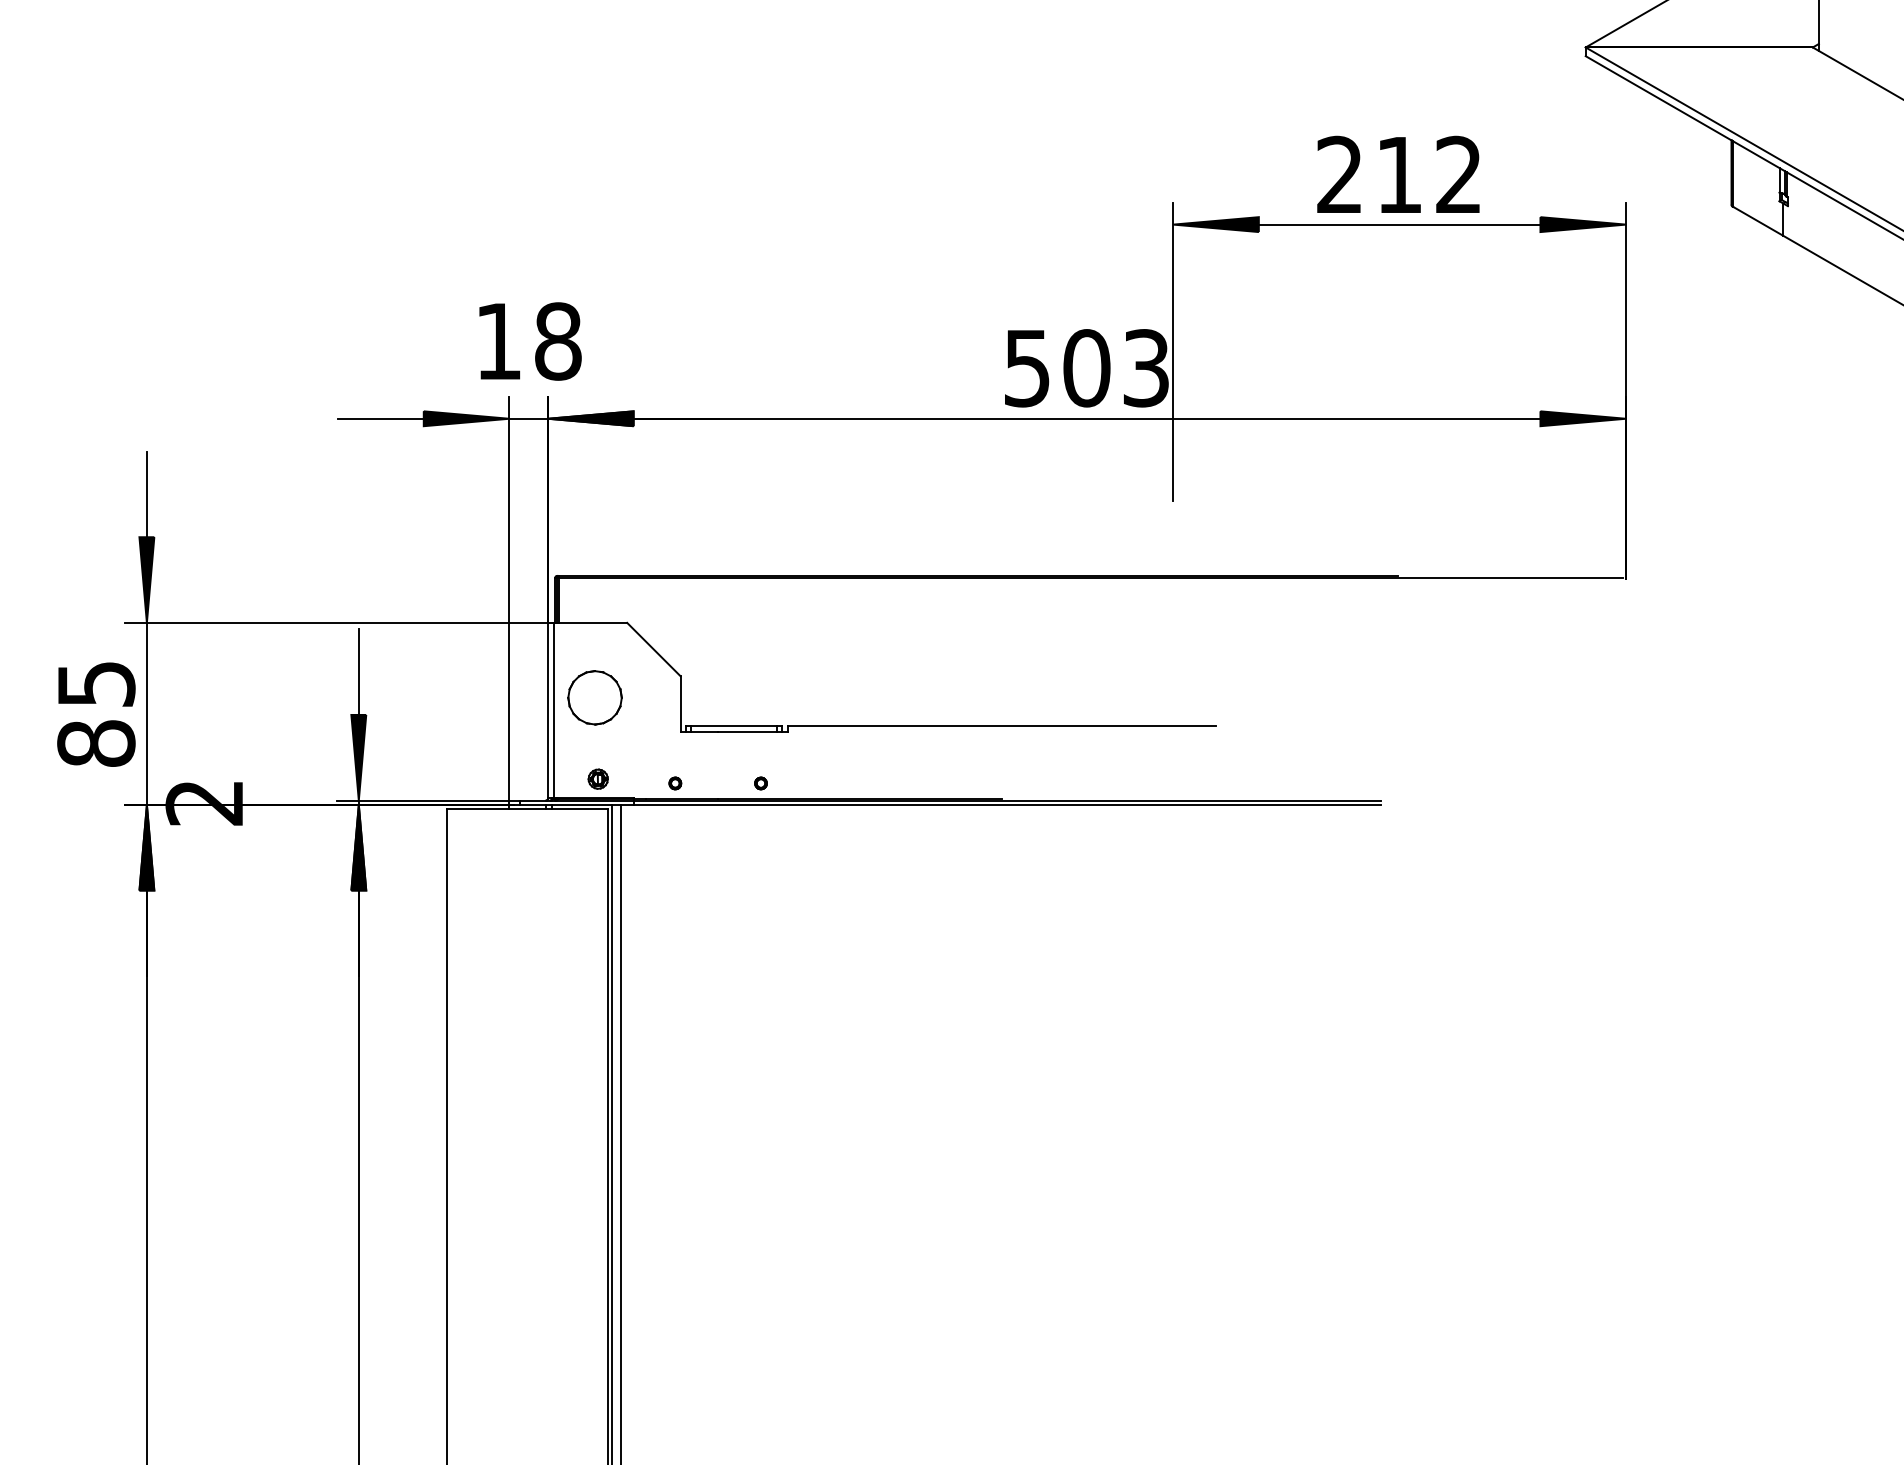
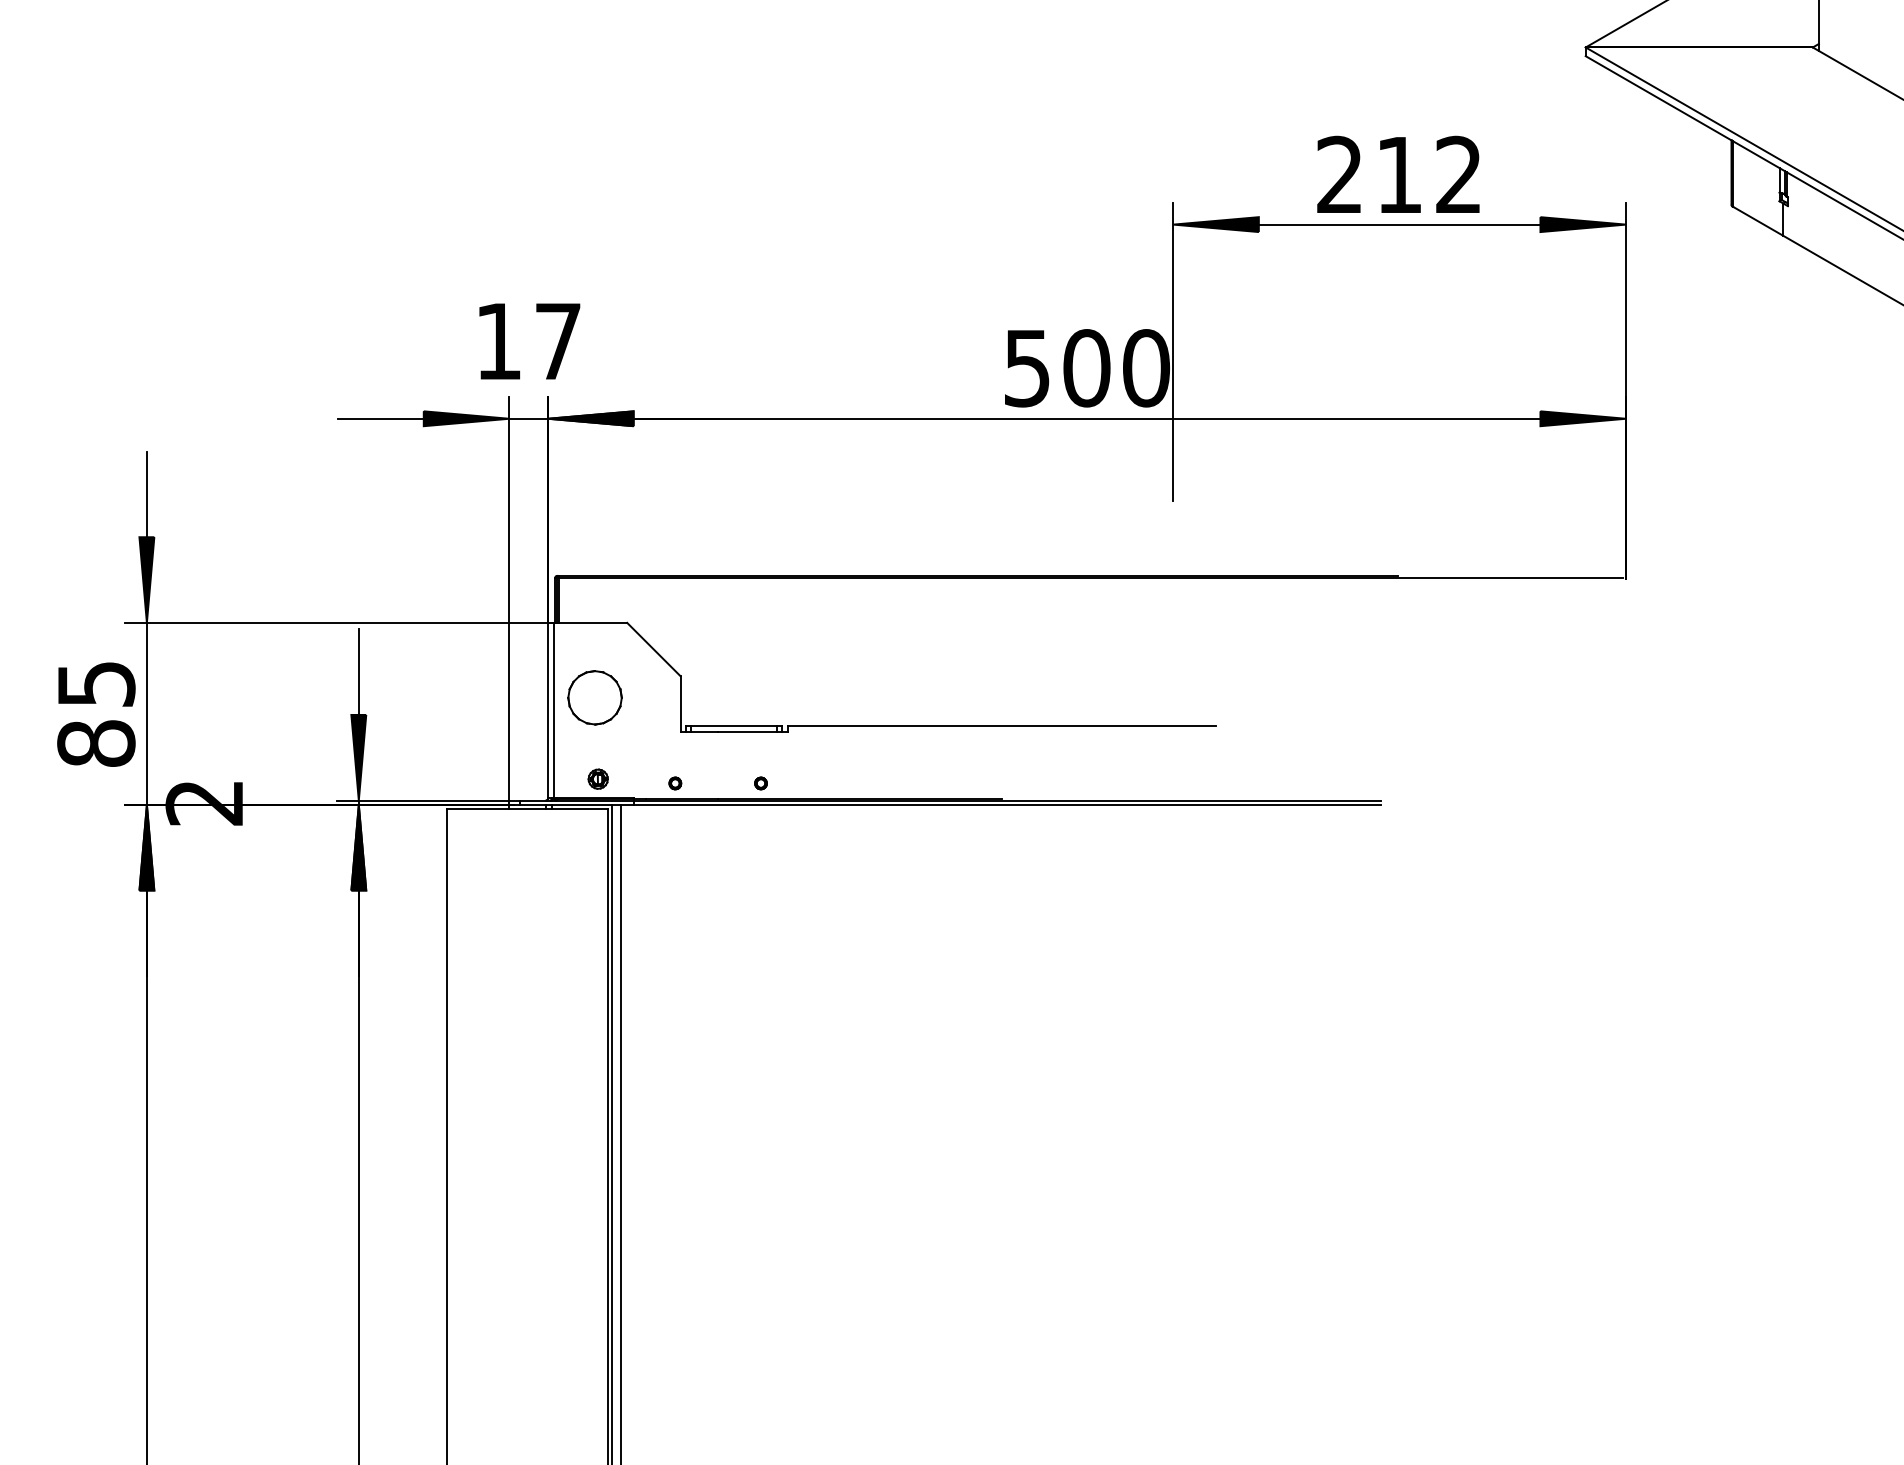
text at (558, 341): 18 -> 17
text at (1146, 368): 503 -> 500
